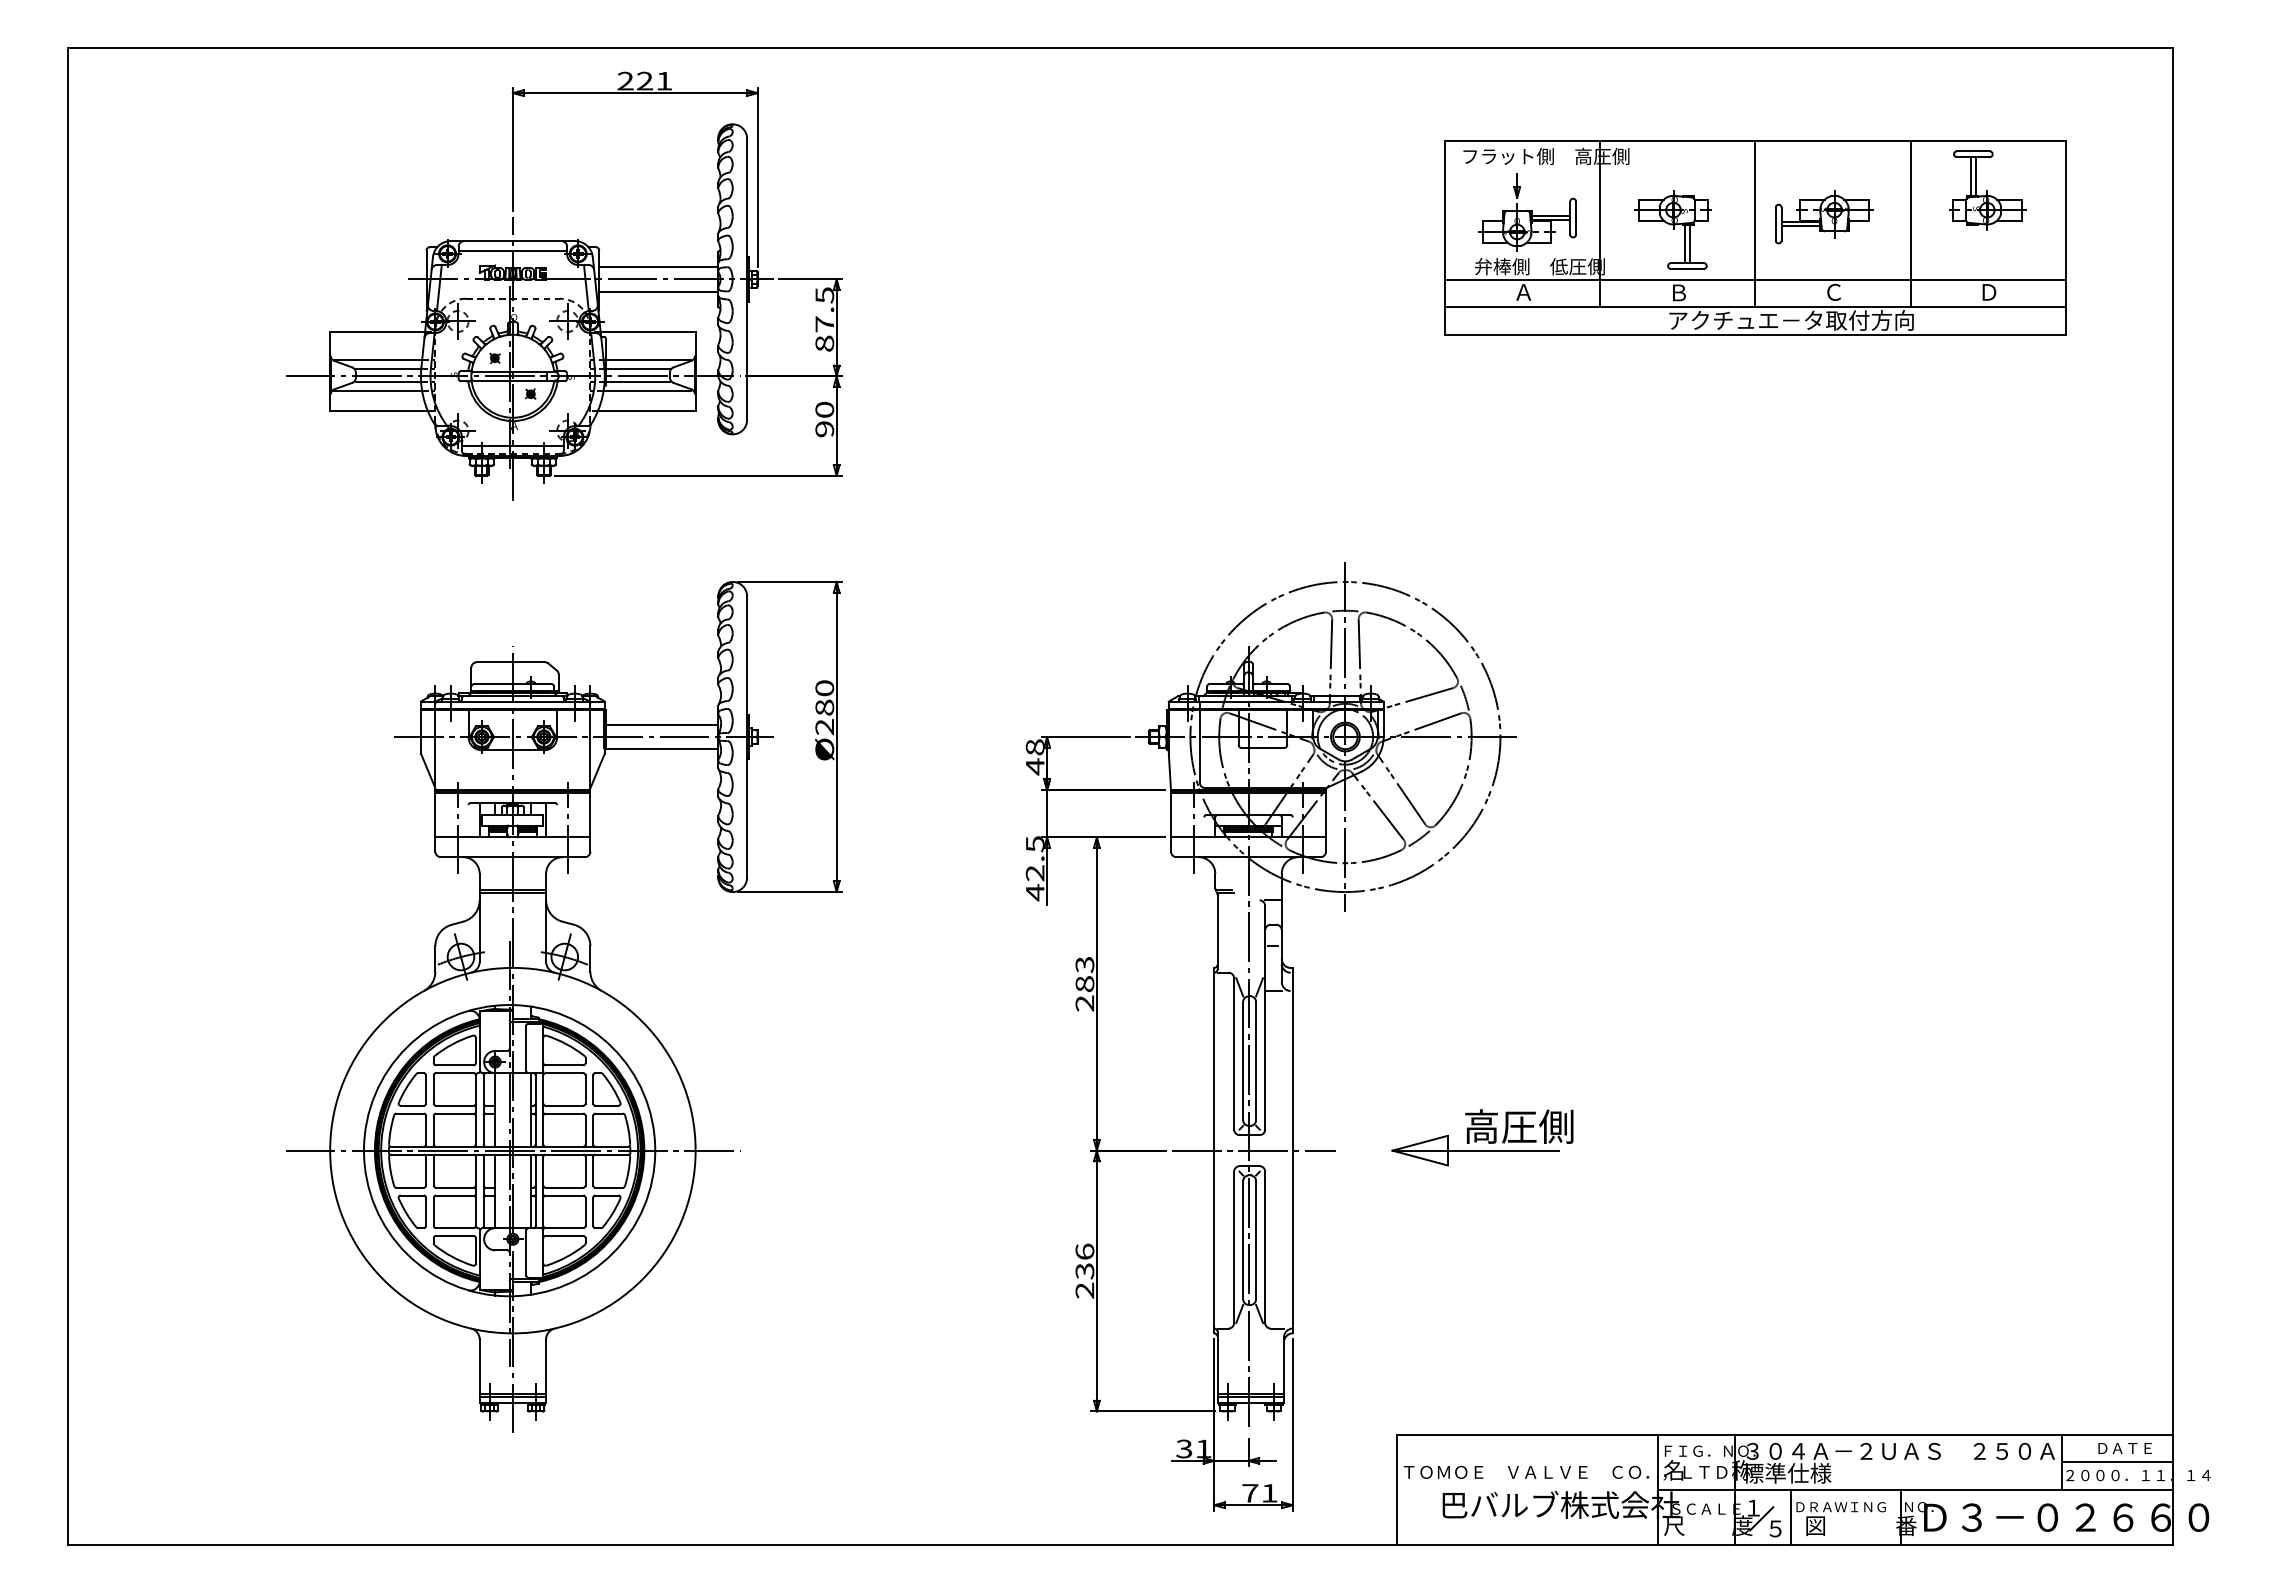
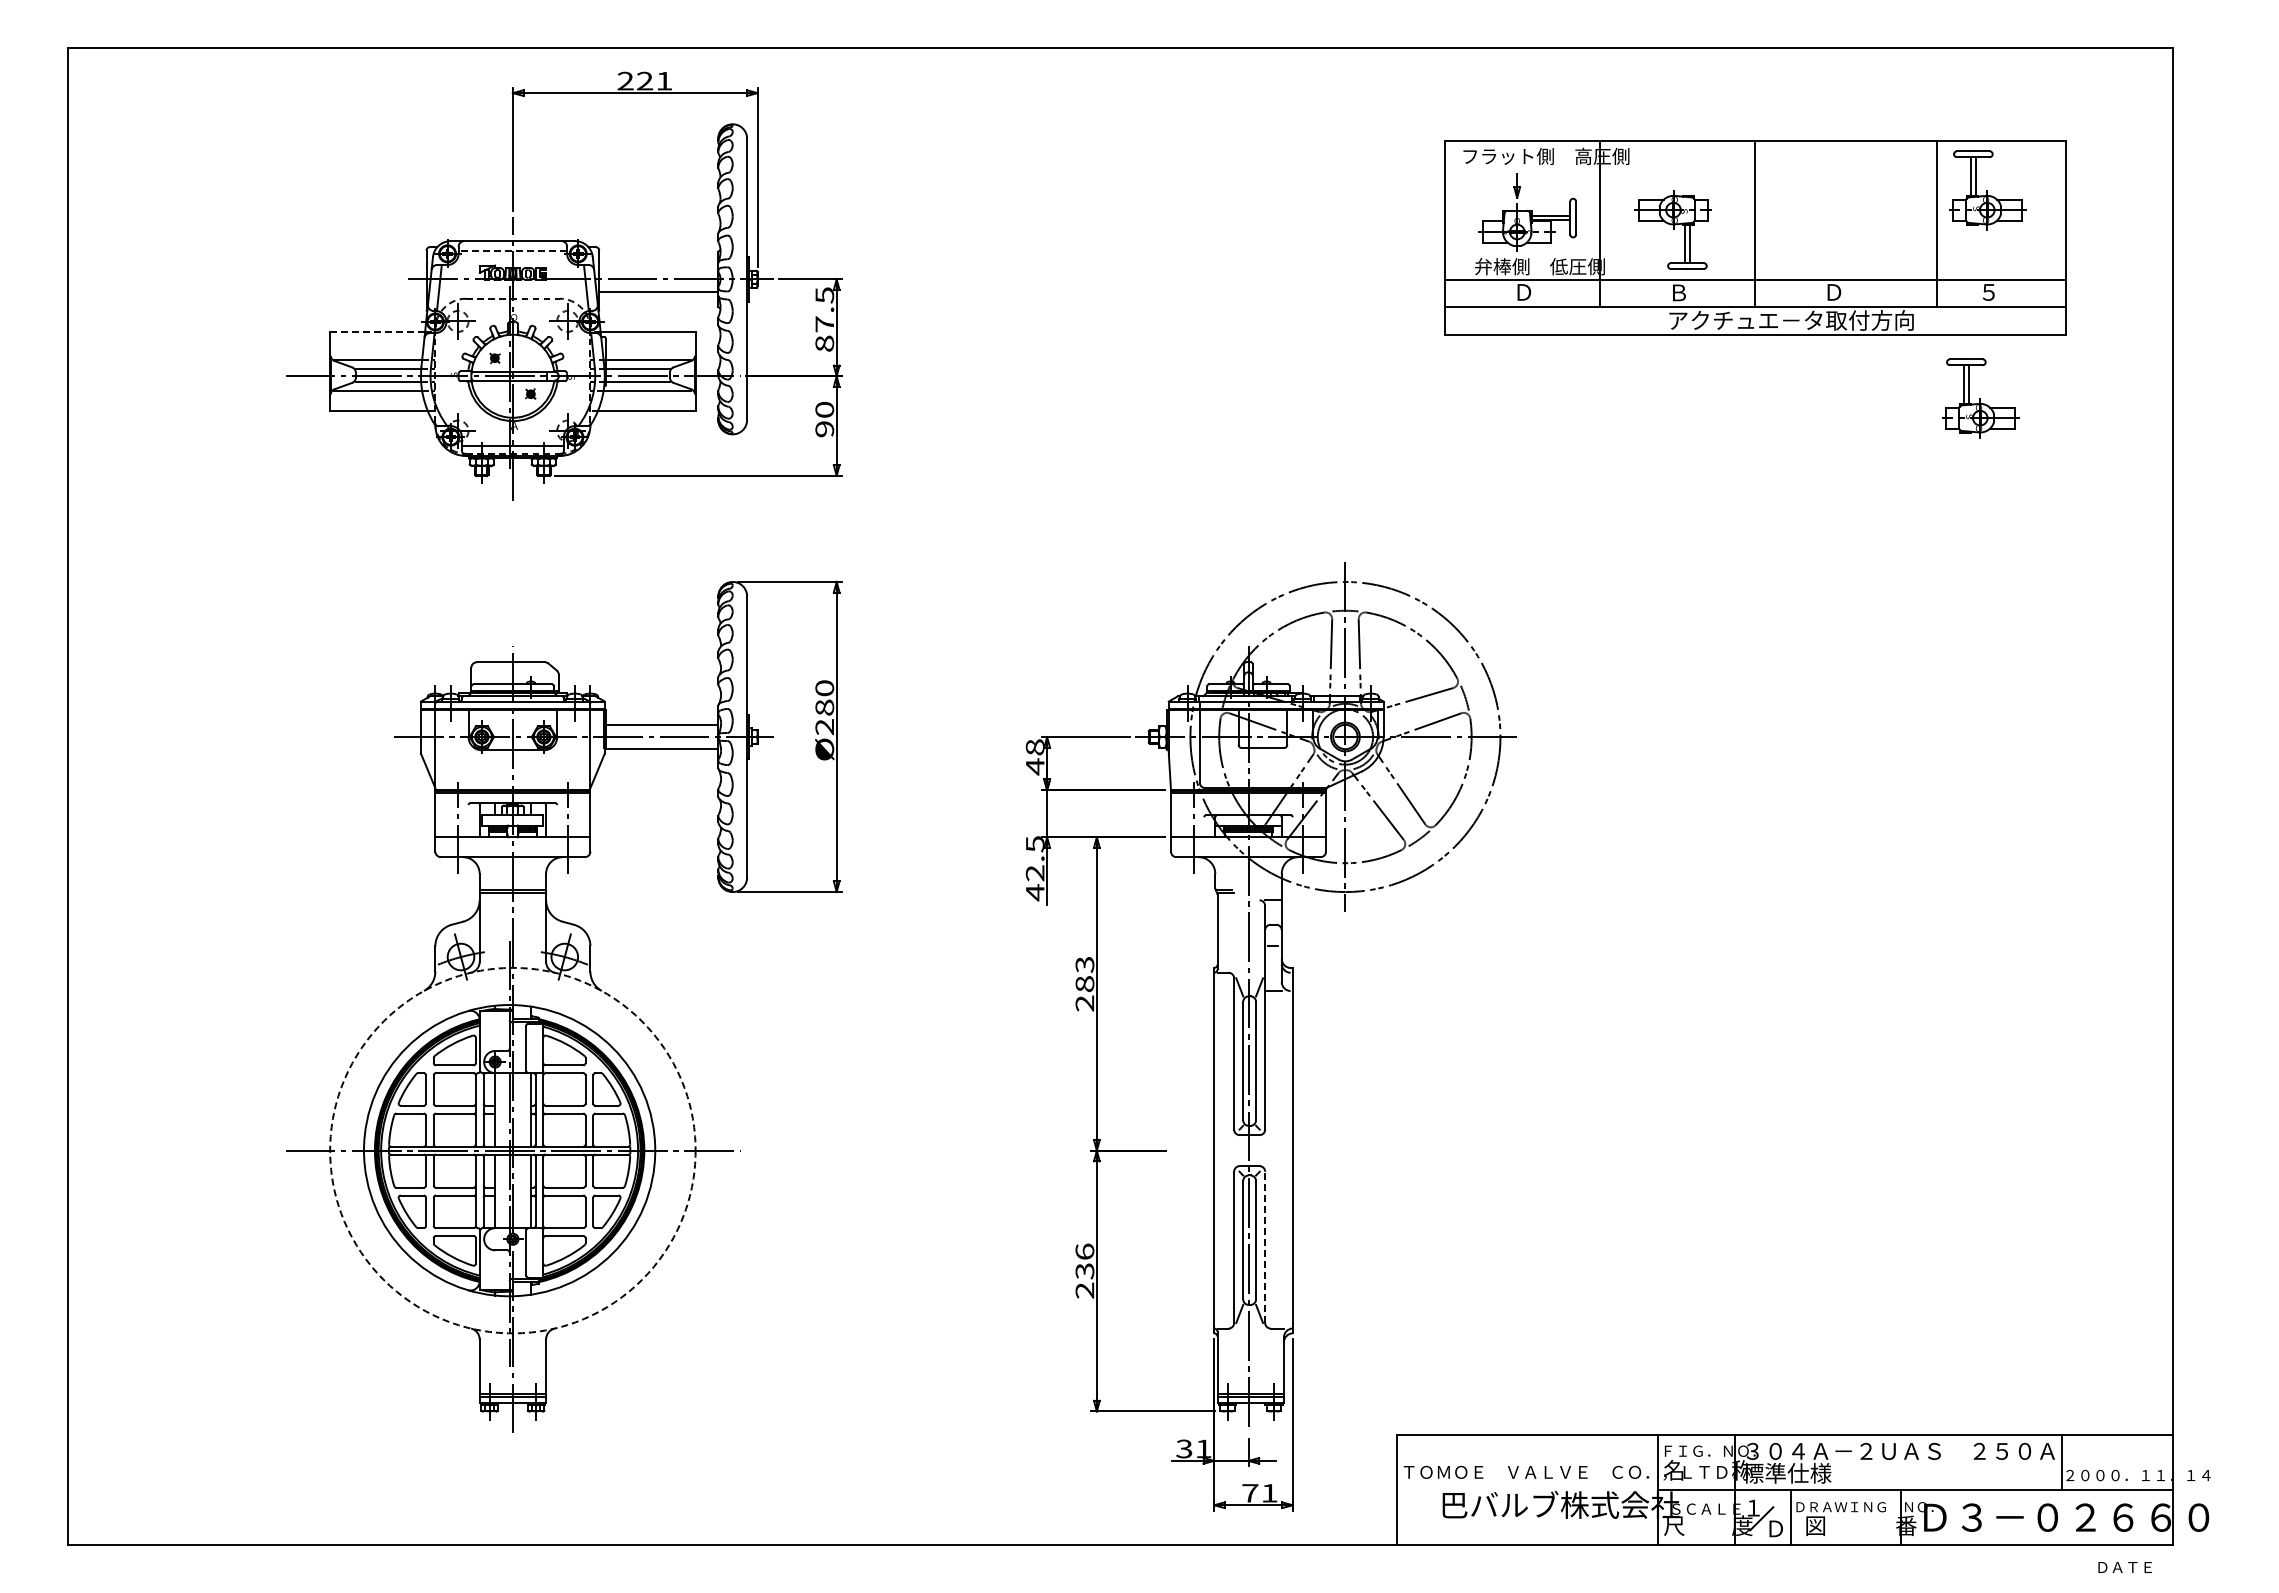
part at (1824, 217): present -> none
line at (1910, 224) position: (1910, 224) -> (1936, 224)
line at (512, 250): solid -> dashed
line at (658, 267): present -> none
text at (1834, 291): Ｃ -> Ｄ
text at (1523, 292): Ａ -> Ｄ
text at (1989, 292): Ｄ -> ５
line at (378, 331): solid -> dashed
part at (1980, 398): none -> present
part at (1482, 1137): present -> none
circle at (512, 1150): solid -> dashed
line at (1253, 1150): present -> none
line at (1265, 1247): solid -> dashed
text at (2124, 1448) position: (2124, 1448) -> (2124, 1567)
line at (2116, 1462): present -> none
text at (1775, 1528): ５ -> Ｄ
